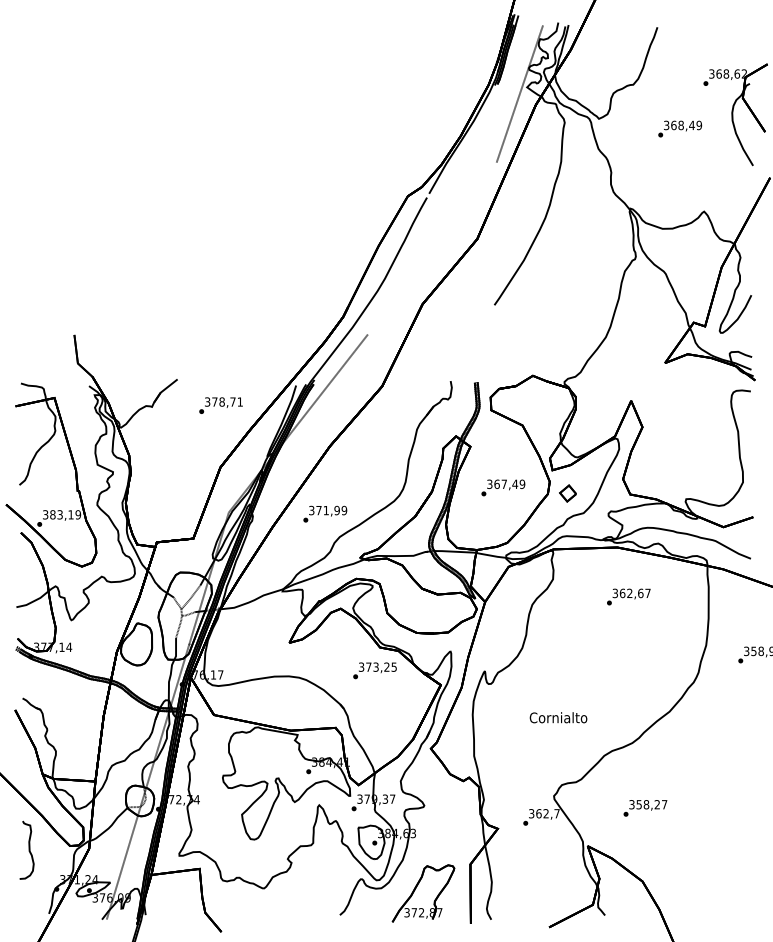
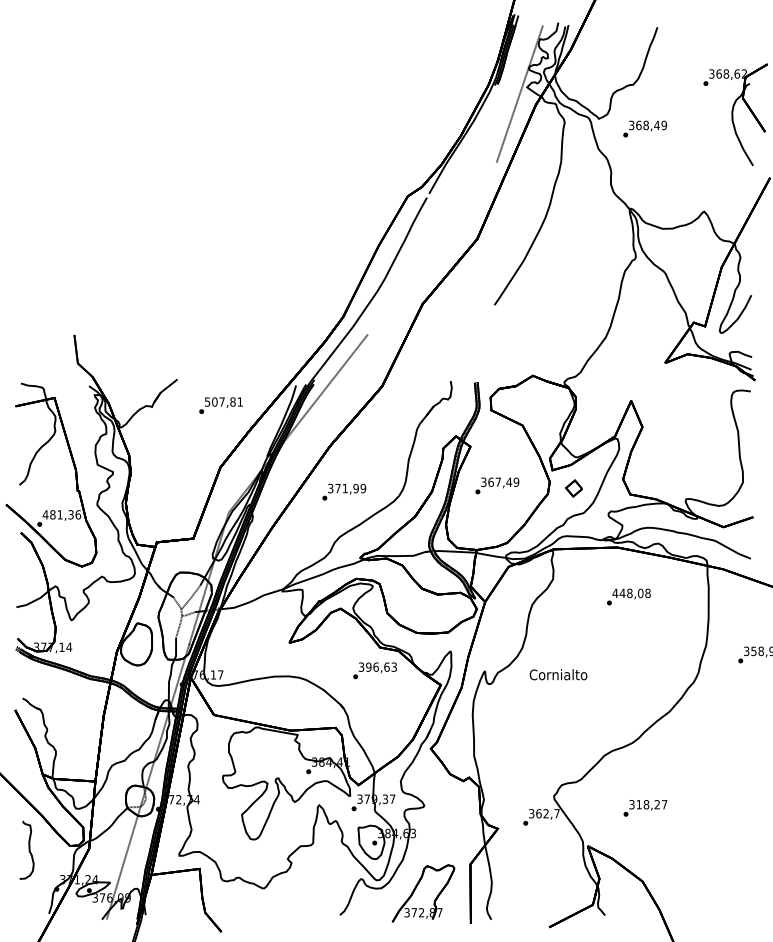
text at (680, 128) position: (680, 128) -> (645, 128)
text at (220, 401): 378,71 -> 507,81
text at (503, 487) position: (503, 487) -> (497, 485)
part at (567, 493) position: (567, 493) -> (573, 488)
text at (325, 513) position: (325, 513) -> (344, 491)
text at (61, 514): 383,19 -> 481,36
text at (631, 593): 362,67 -> 448,08
text at (381, 666): 373,25 -> 396,63
text at (558, 717) position: (558, 717) -> (558, 674)
text at (638, 804): 358,27 -> 318,27
